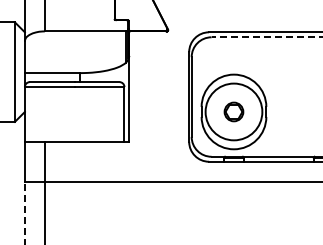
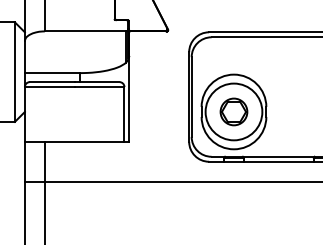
line at (266, 37): dashed -> solid
part at (233, 111) size: 22x22 px -> 30x30 px
line at (24, 212): dashed -> solid
